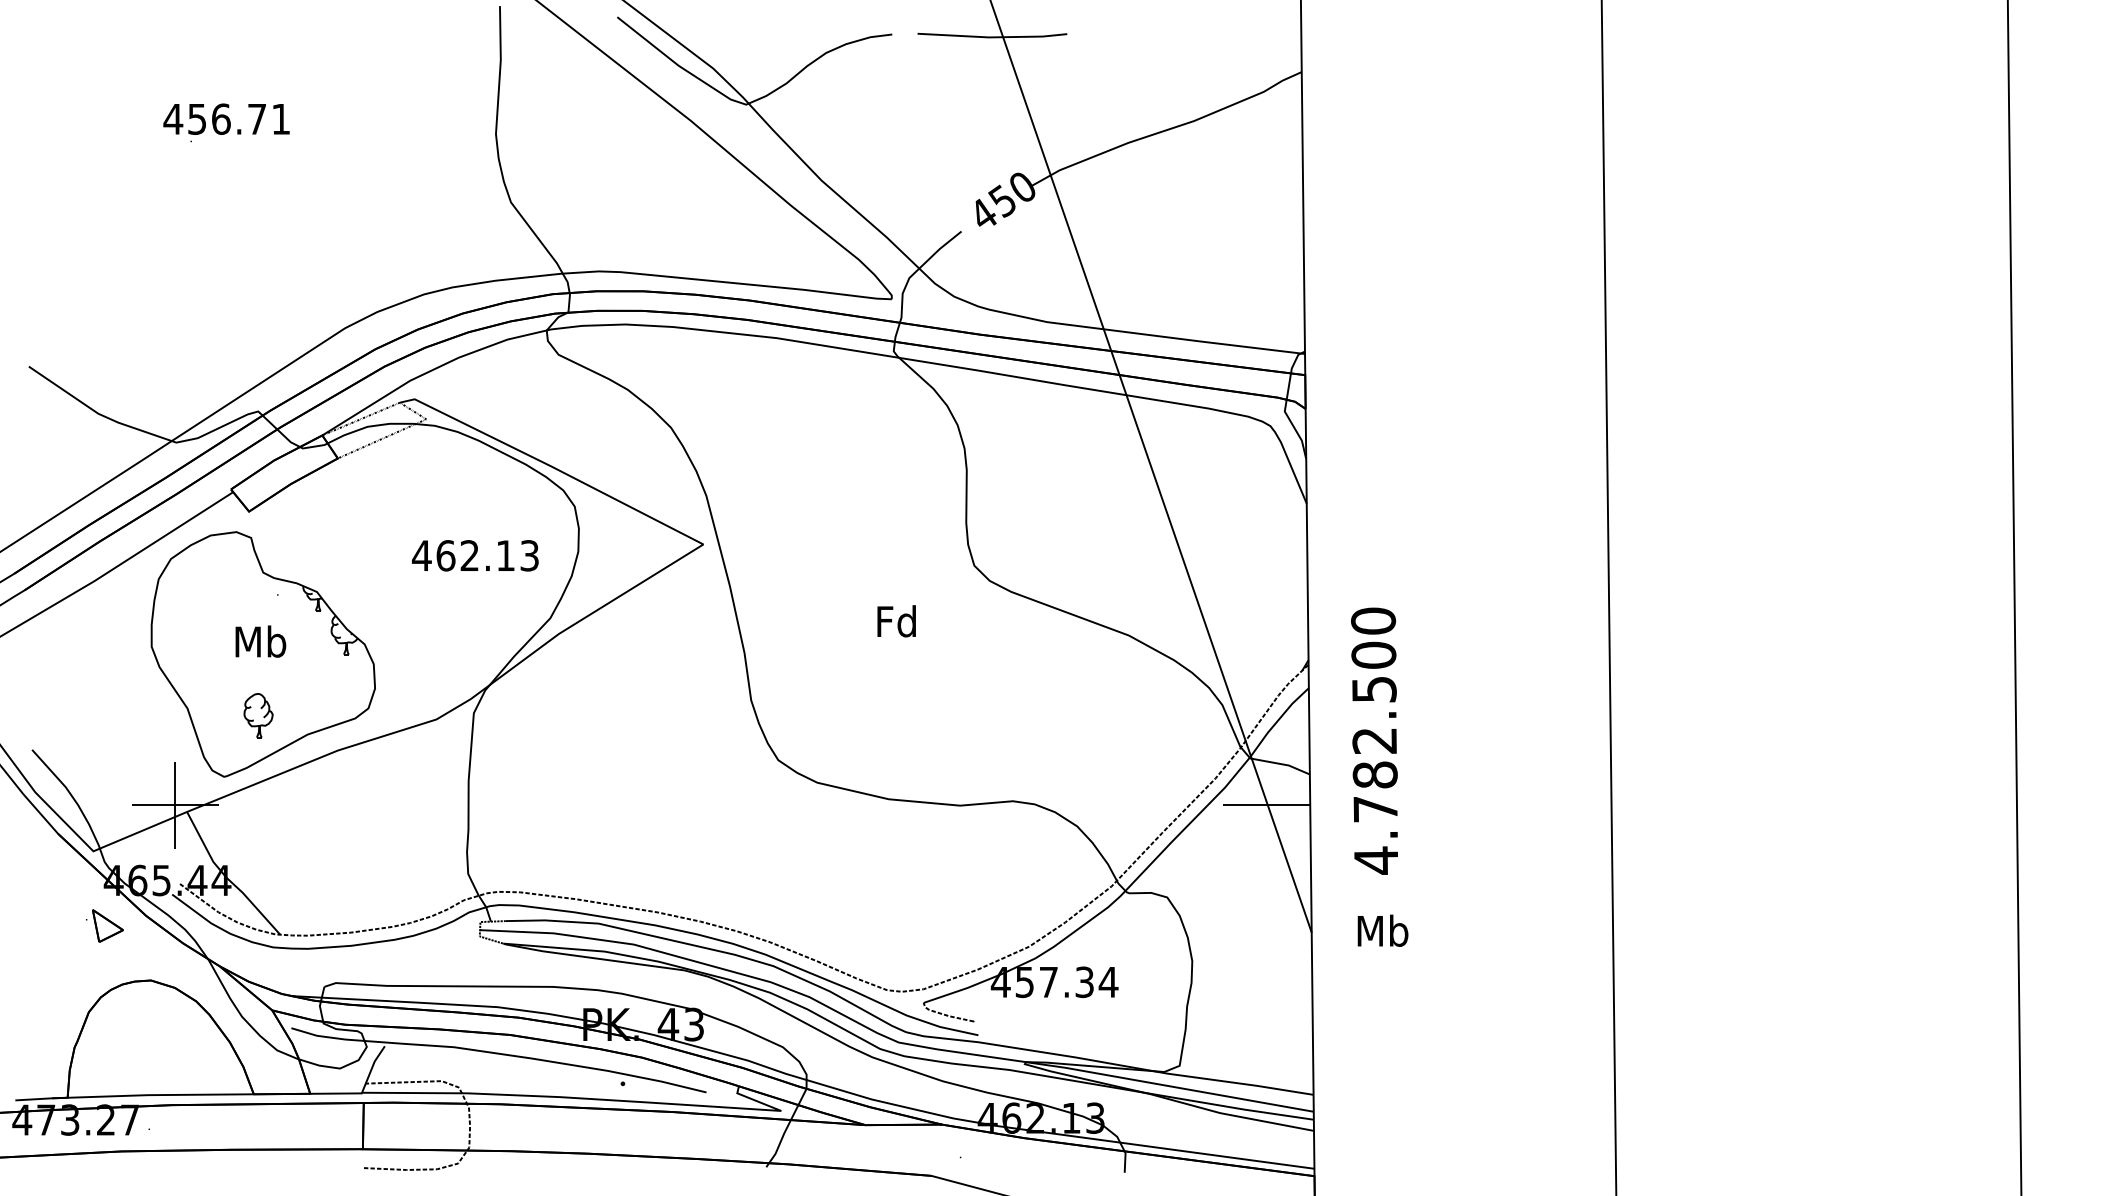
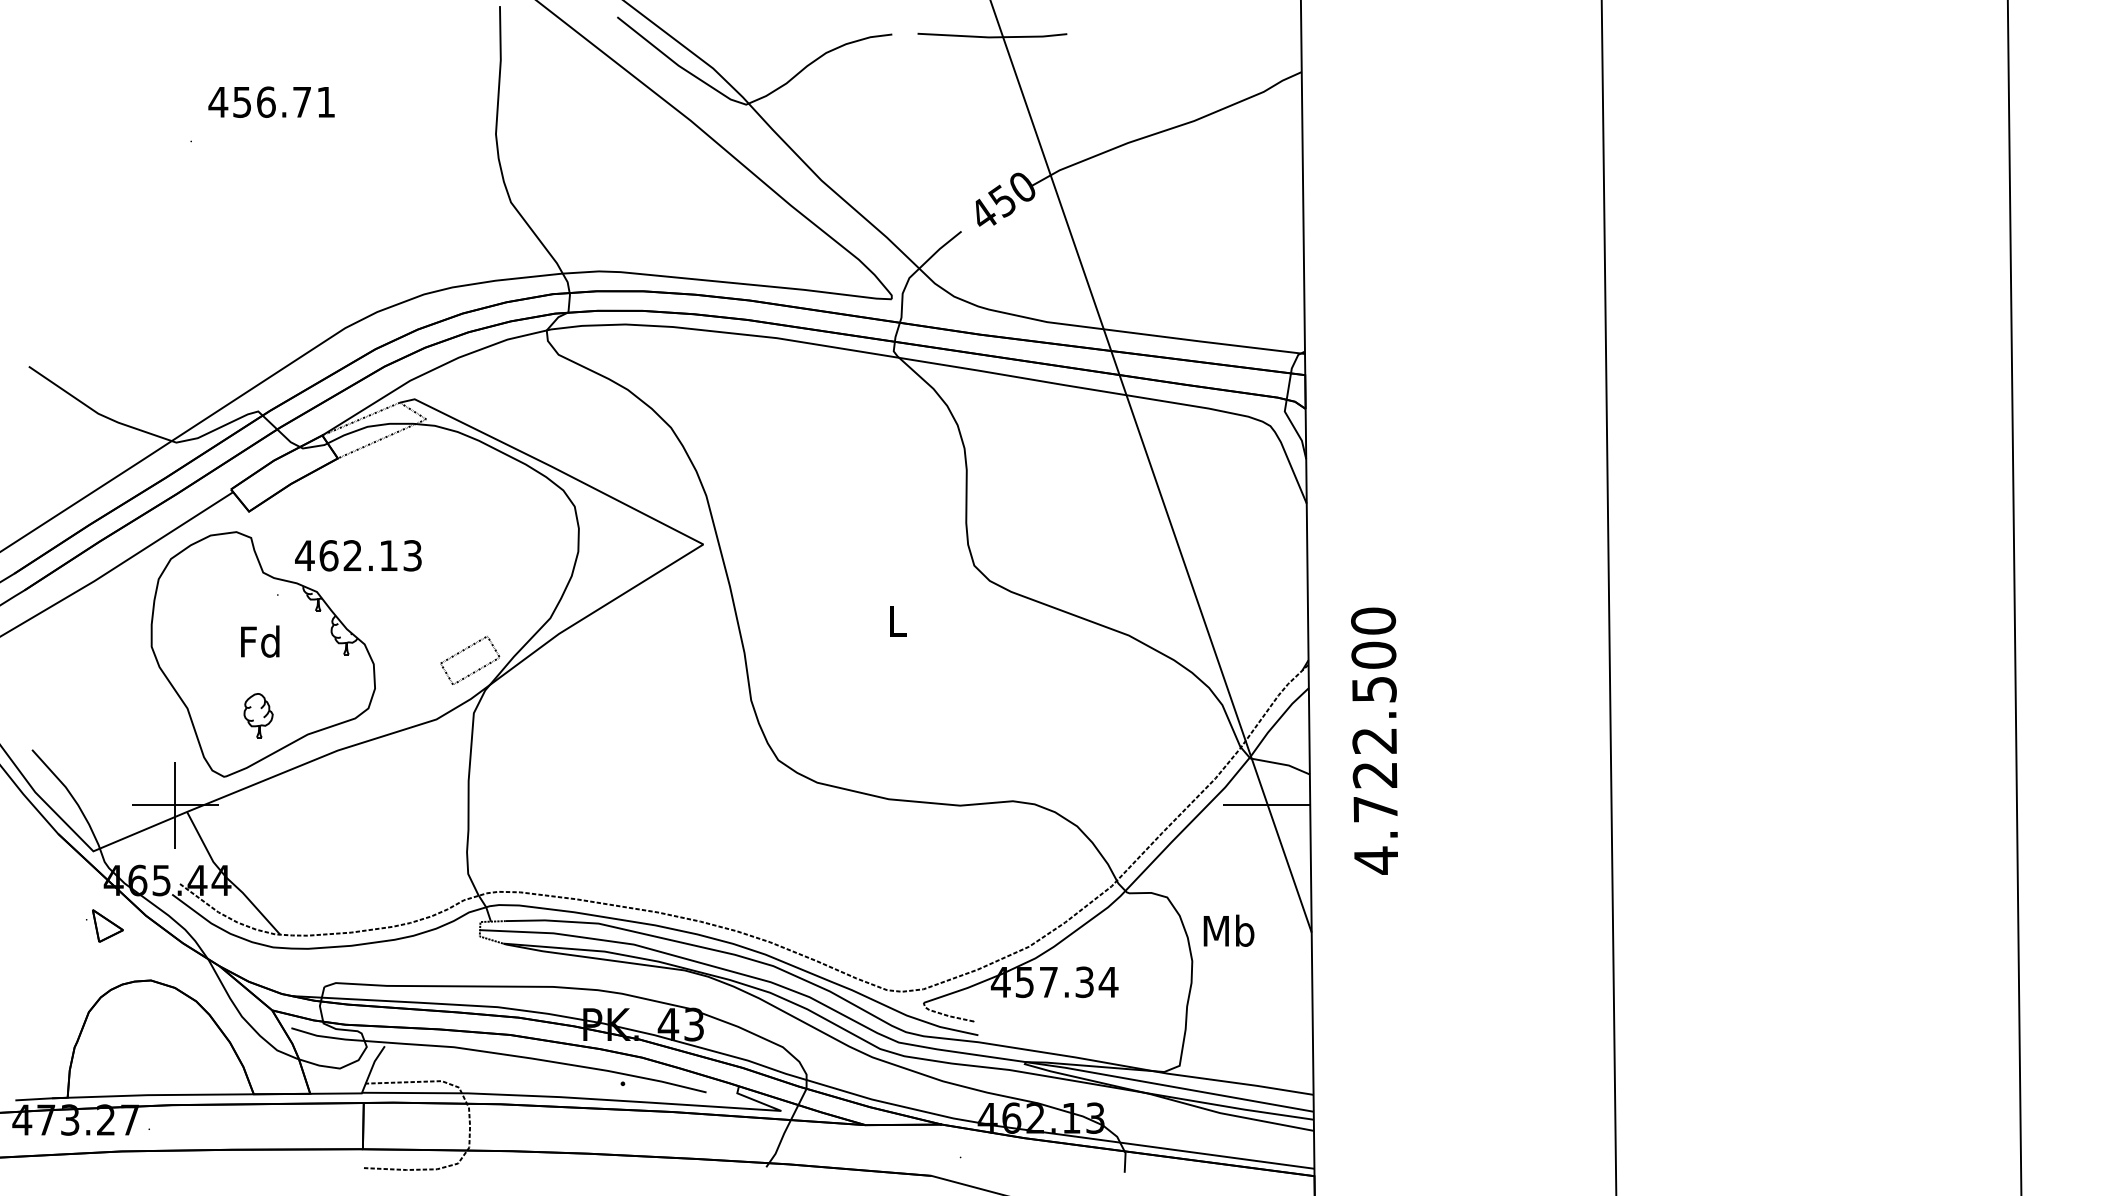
text at (226, 118) position: (226, 118) -> (271, 101)
text at (475, 555) position: (475, 555) -> (358, 555)
text at (896, 621): Fd -> L
text at (260, 641): Mb -> Fd
part at (470, 660): none -> present
text at (1374, 774): 4.782.500 -> 4.722.500
text at (1382, 930) position: (1382, 930) -> (1228, 930)
